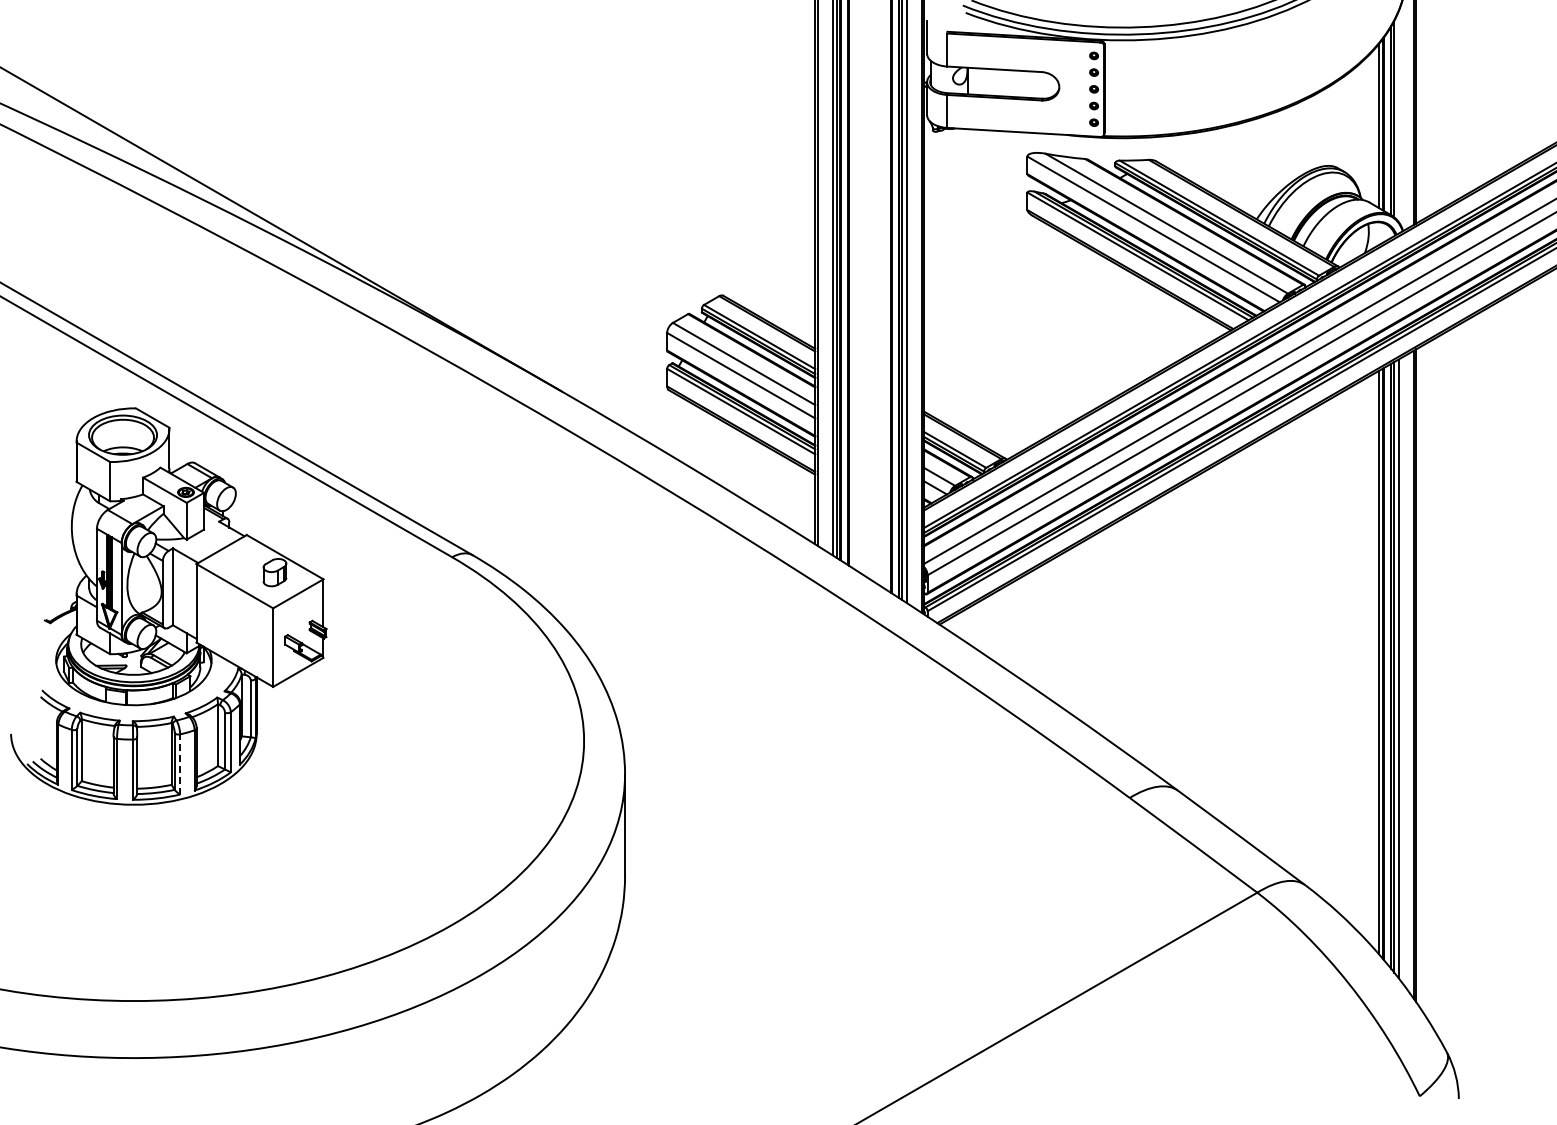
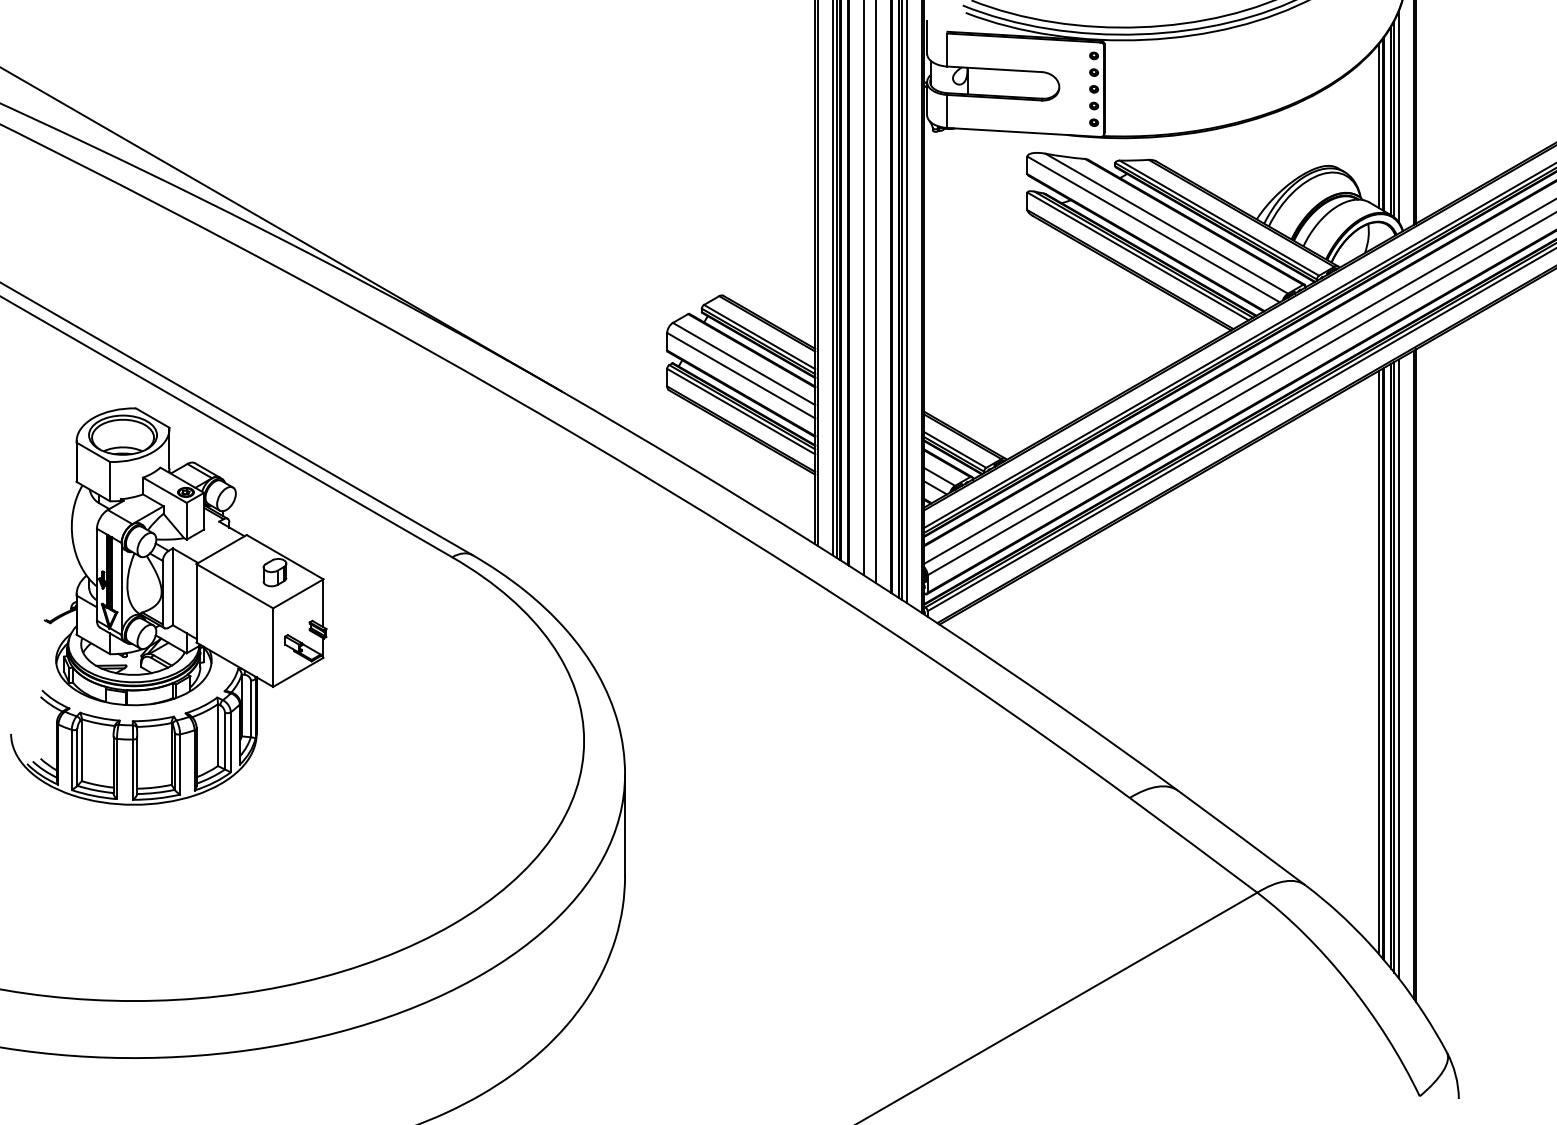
line at (1398, 116): none -> present
line at (863, 288): none -> present
line at (875, 292): none -> present
line at (180, 763): dashed -> solid
